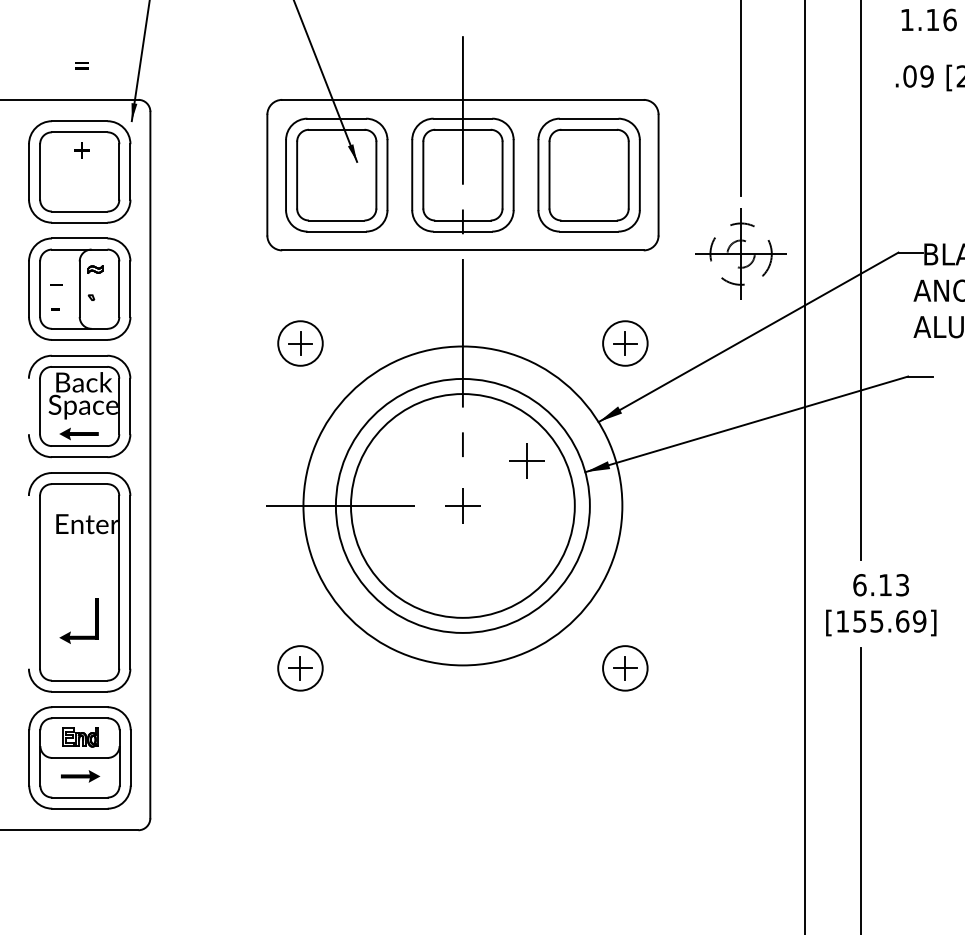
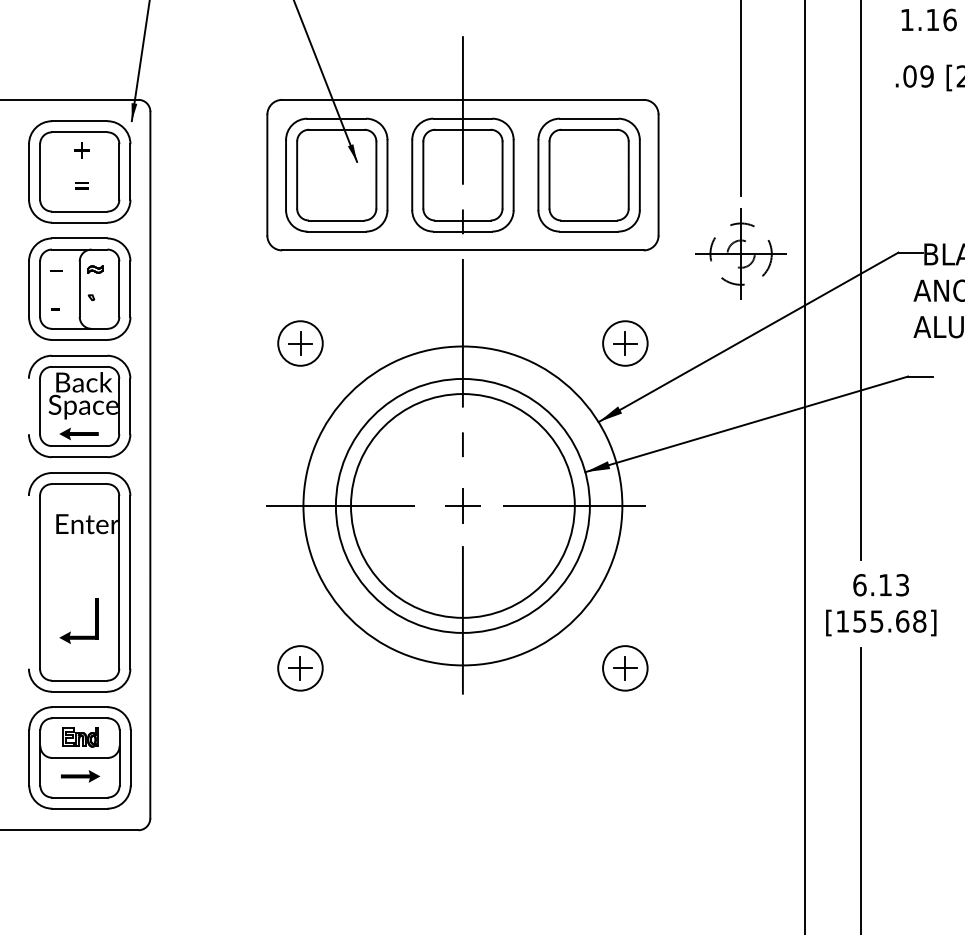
text at (81, 65) position: (81, 65) -> (81, 185)
text at (56, 284) position: (56, 284) -> (56, 270)
part at (526, 460): present -> none
line at (574, 505): none -> present
text at (919, 621): [155.69] -> [155.68]
line at (462, 624): none -> present
